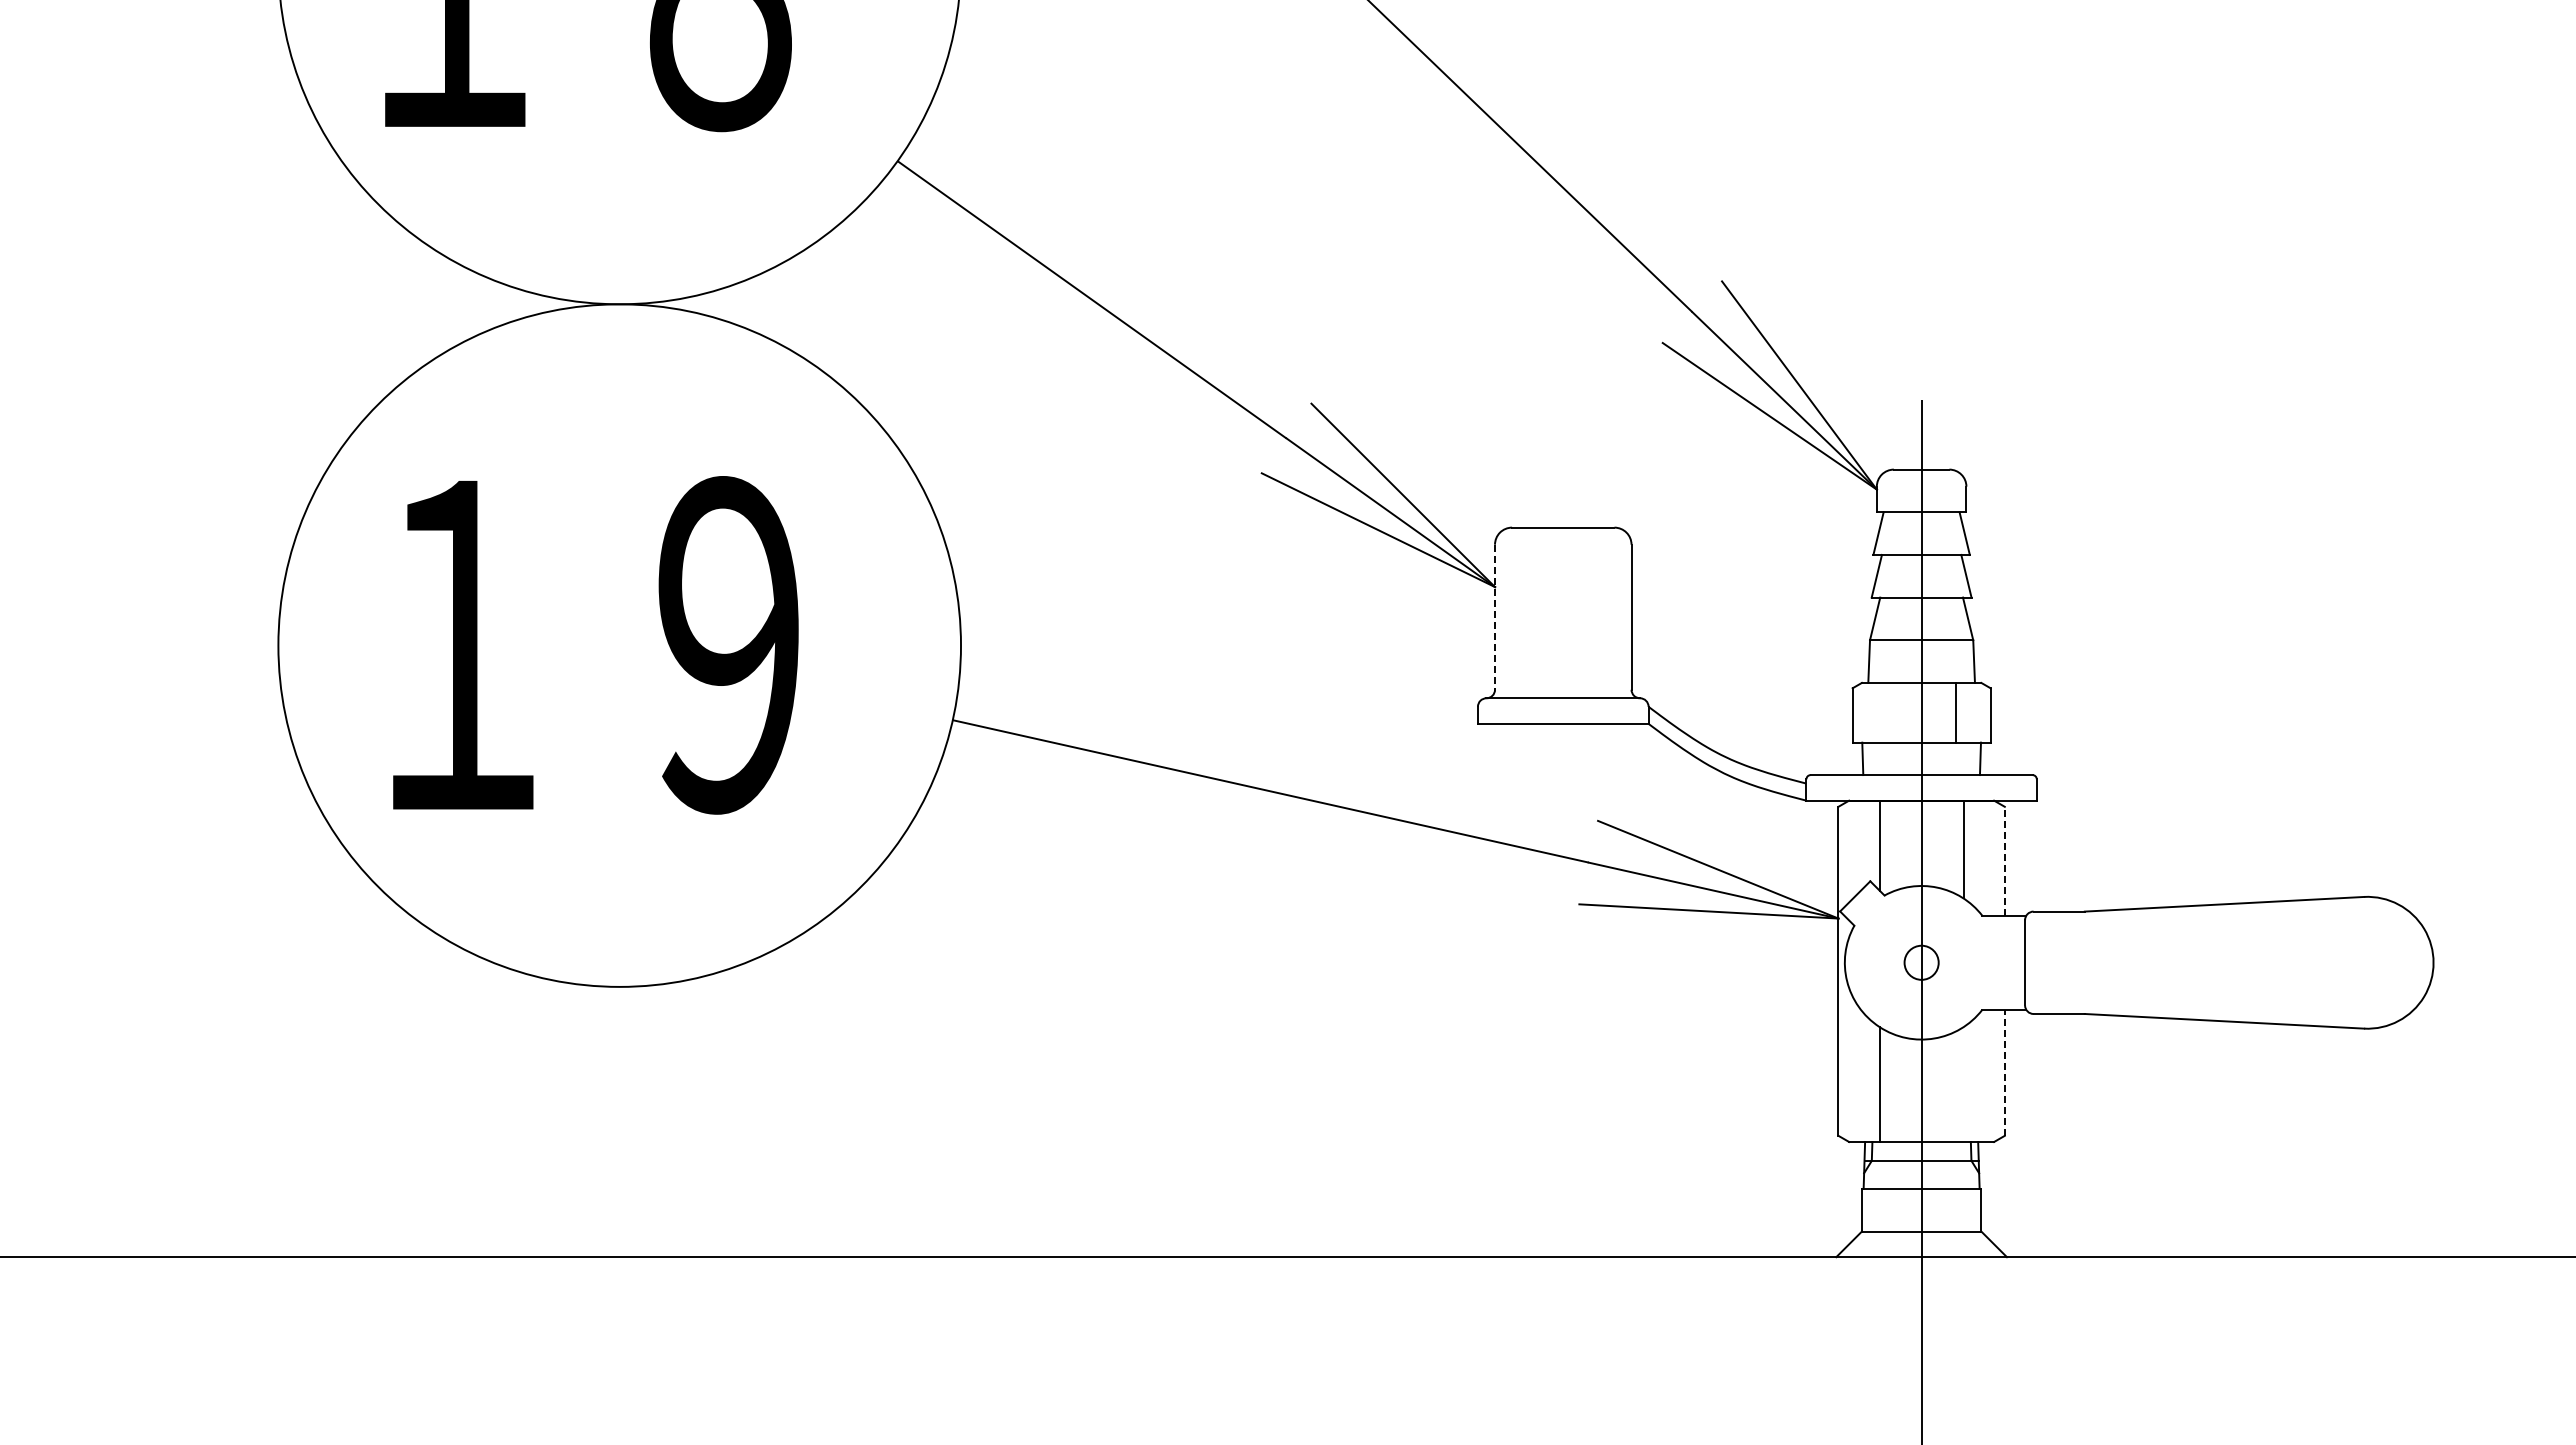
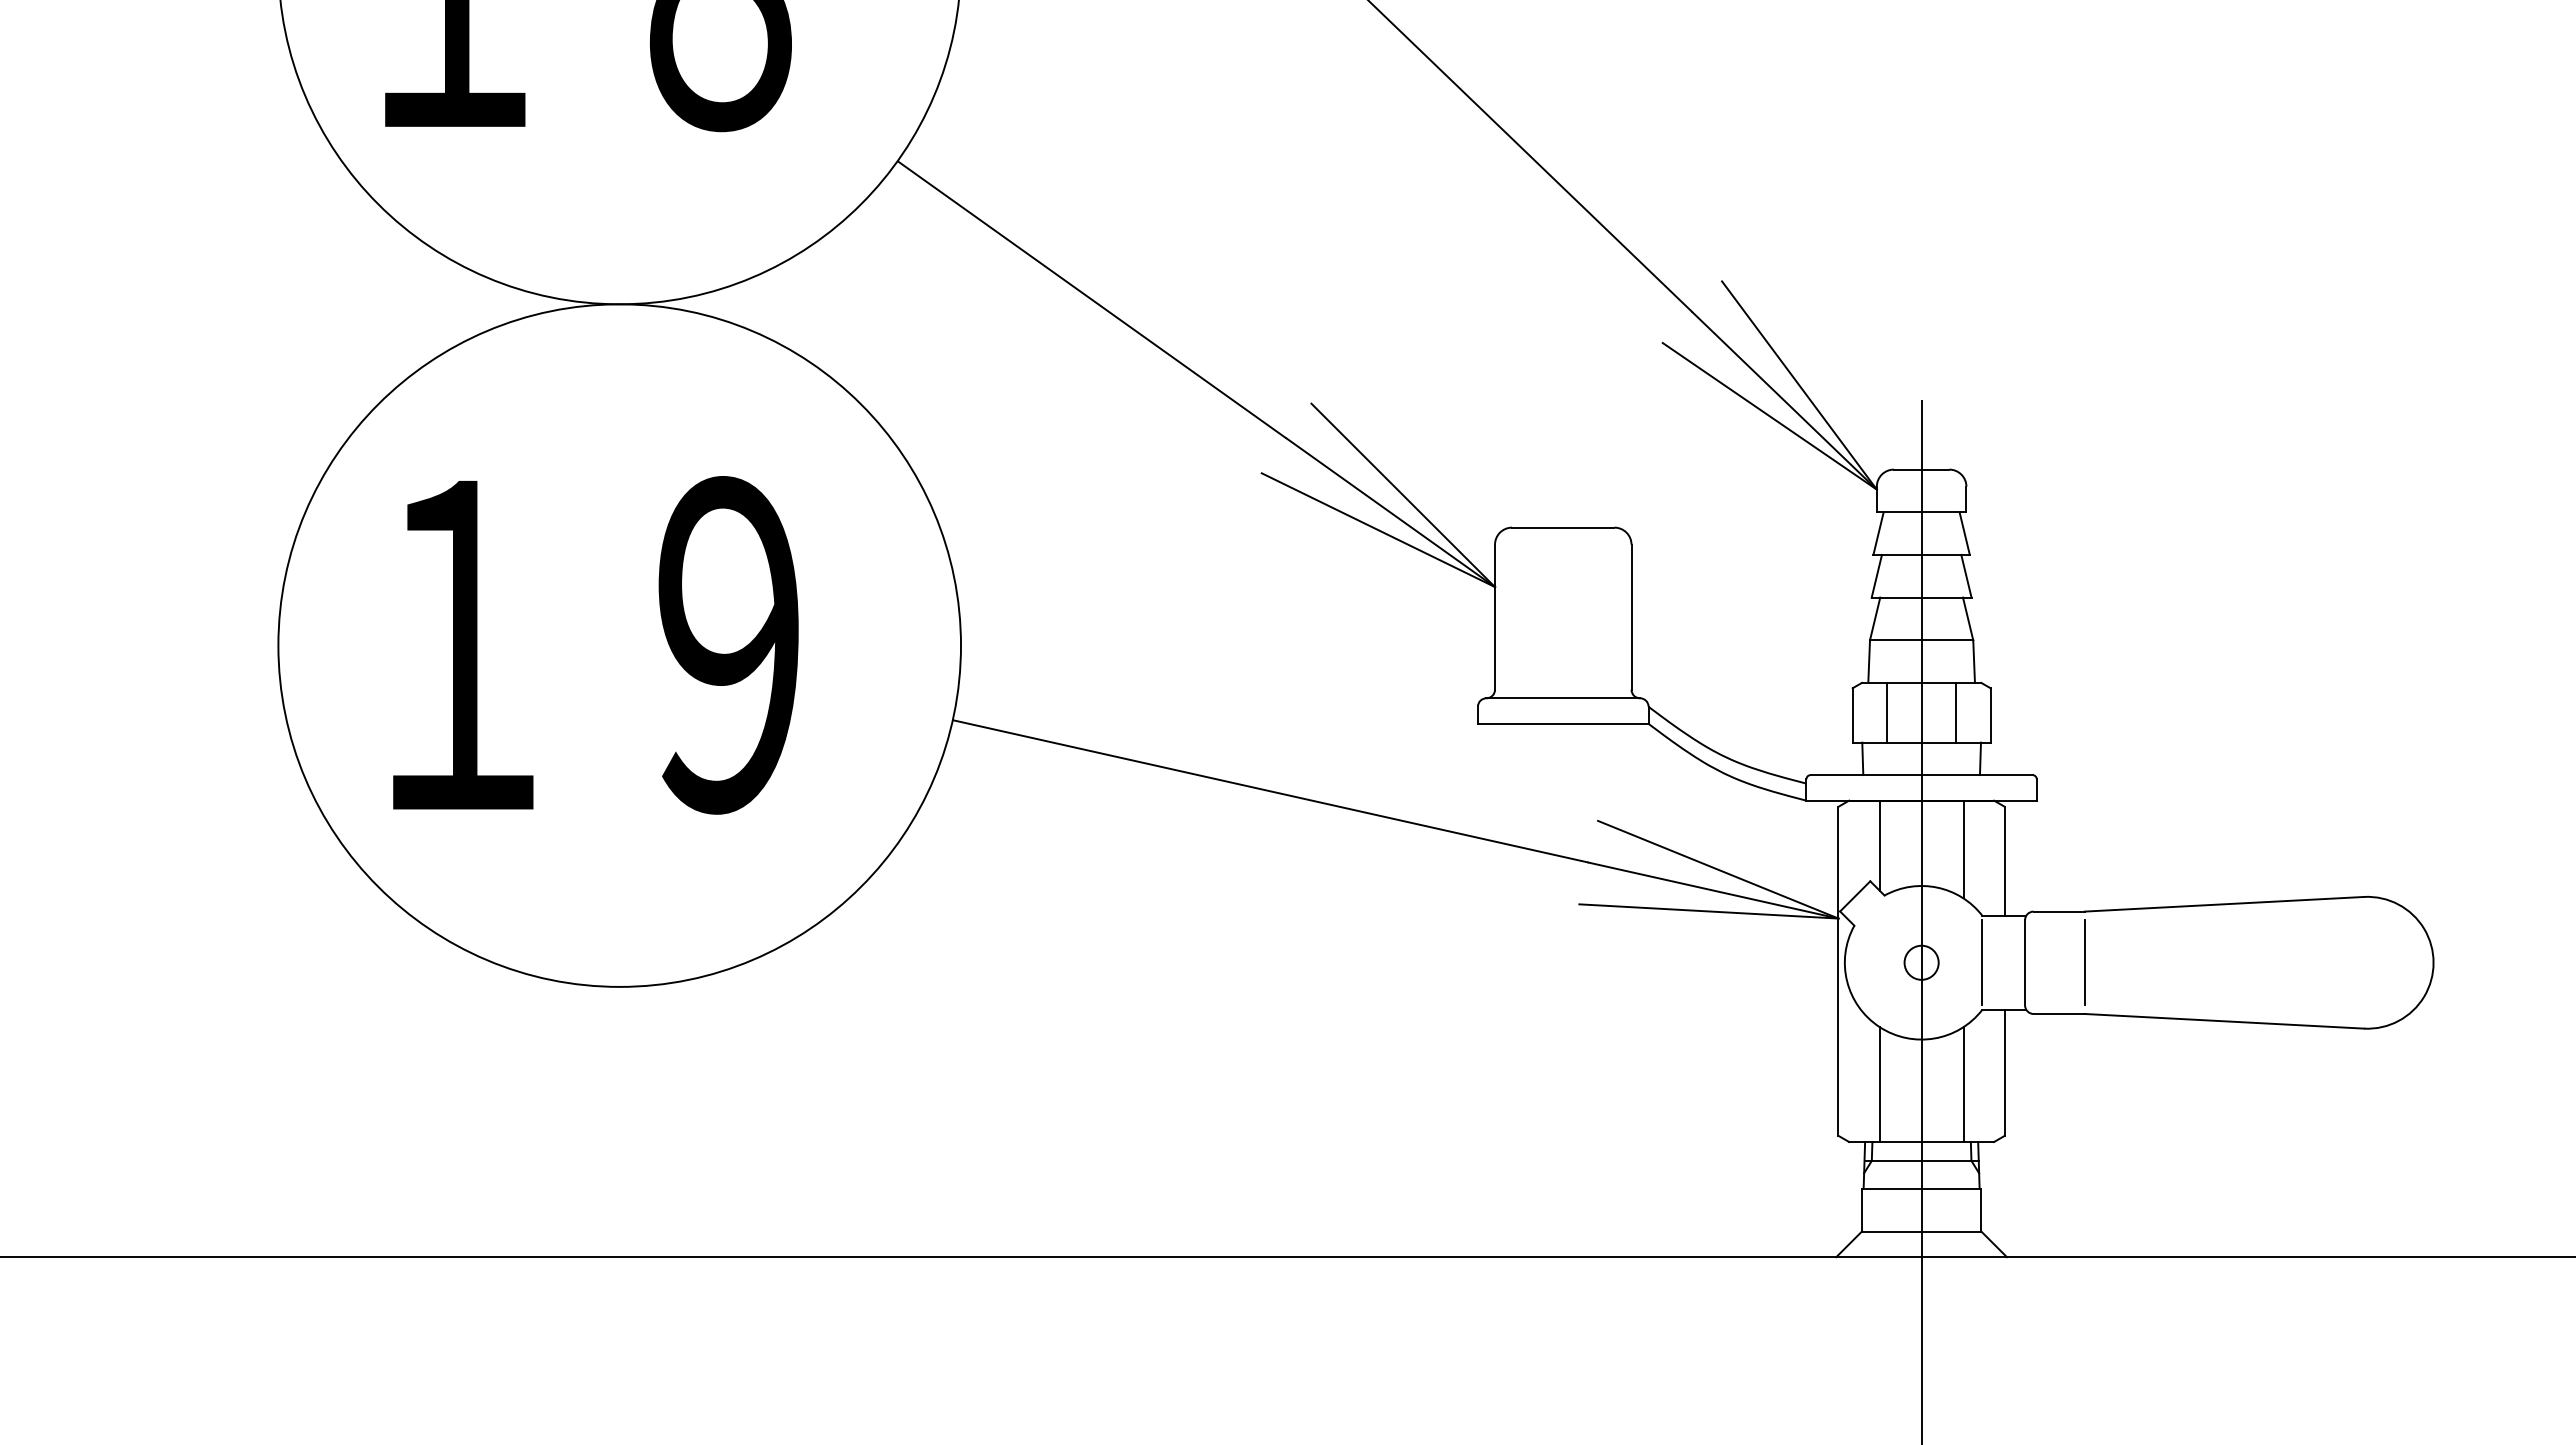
line at (1495, 617): dashed -> solid
line at (1887, 712): none -> present
line at (2004, 861): dashed -> solid
line at (1982, 962): none -> present
line at (2084, 962): none -> present
line at (2004, 1072): dashed -> solid
line at (1963, 1084): none -> present
